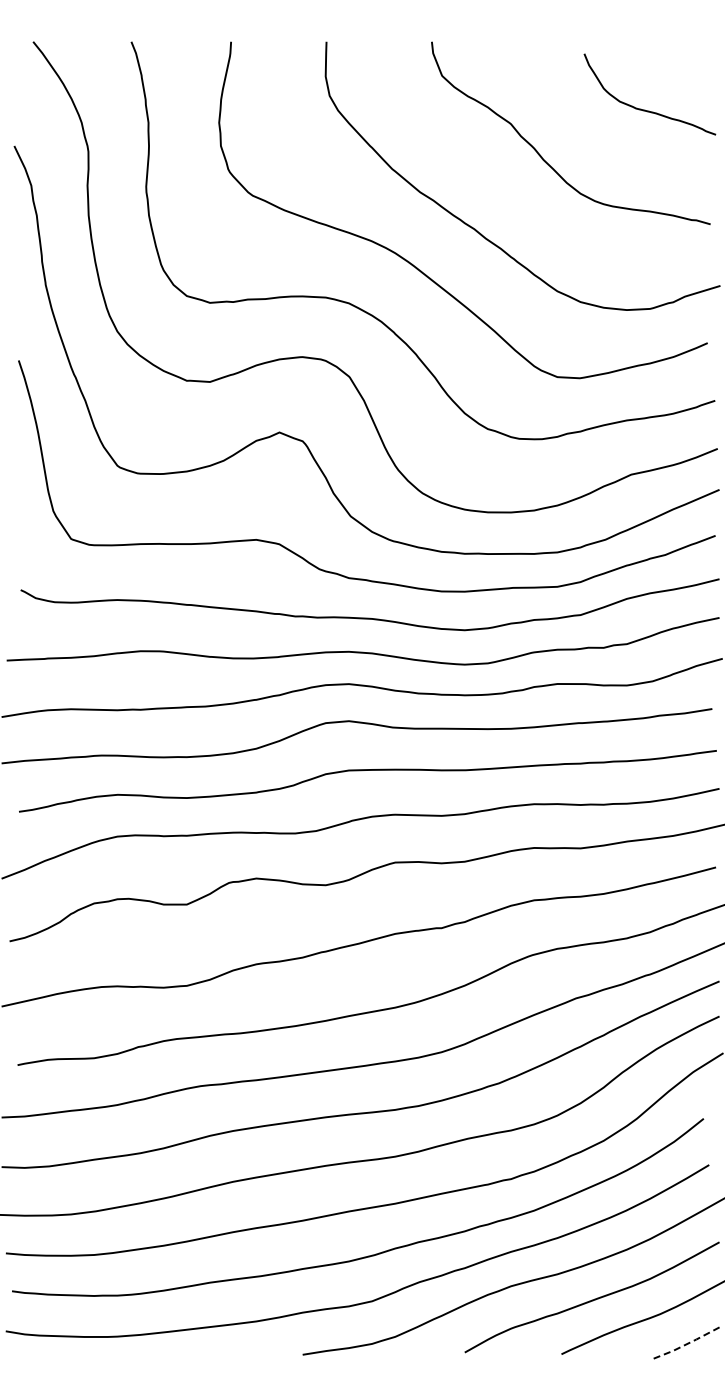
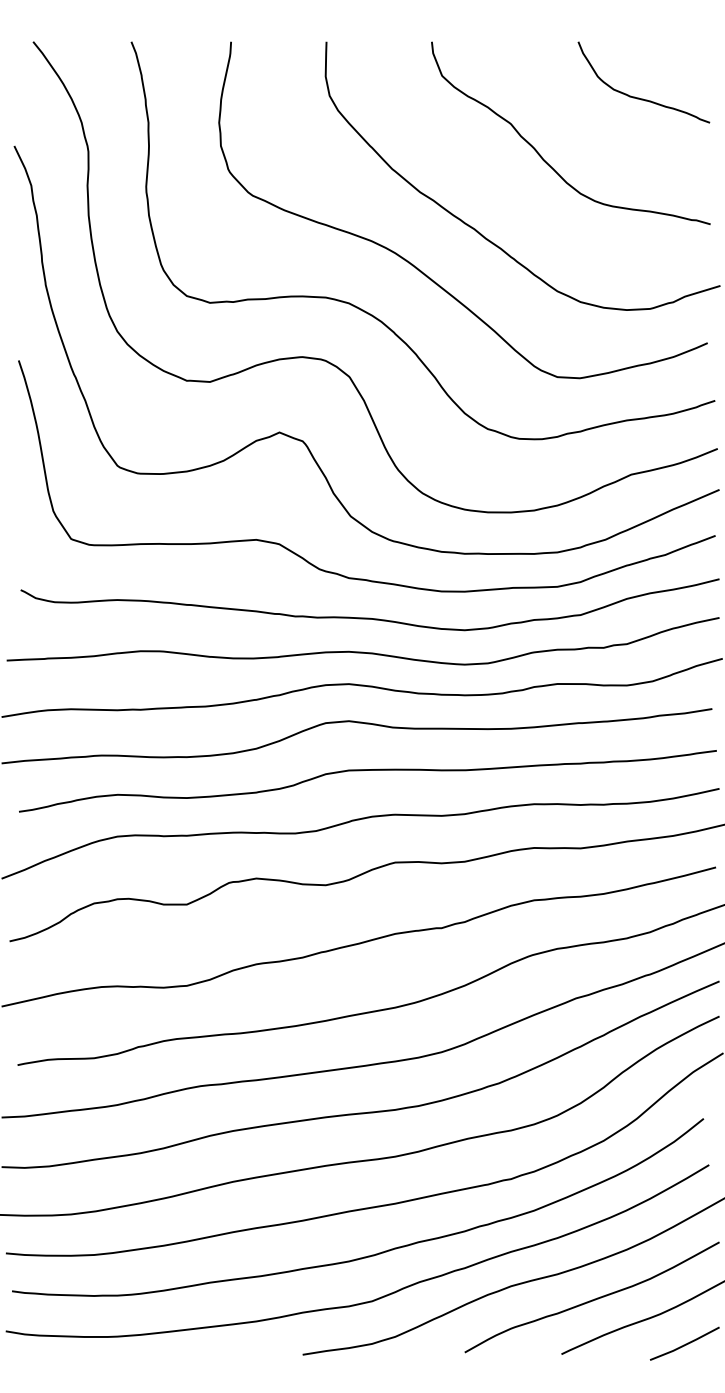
curve at (645, 109) position: (645, 109) -> (639, 97)
line at (685, 1344): dashed -> solid
